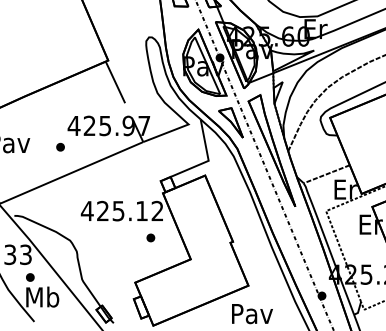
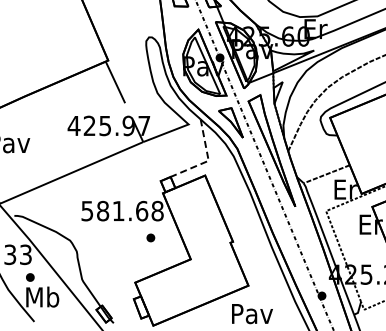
part at (60, 147): present -> none
line at (208, 160): solid -> dashed
text at (121, 210): 425.12 -> 581.68
